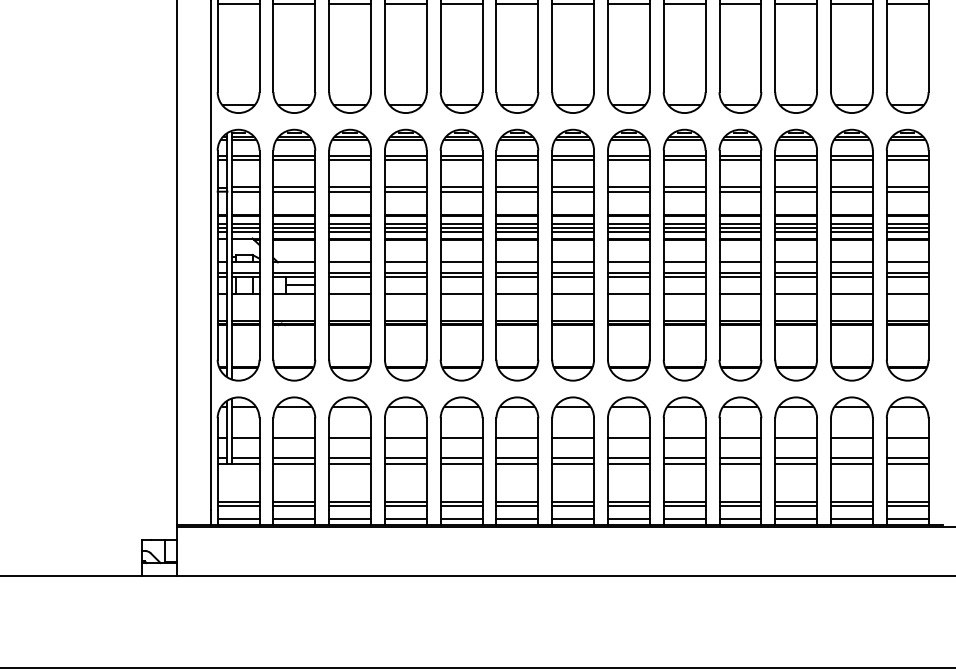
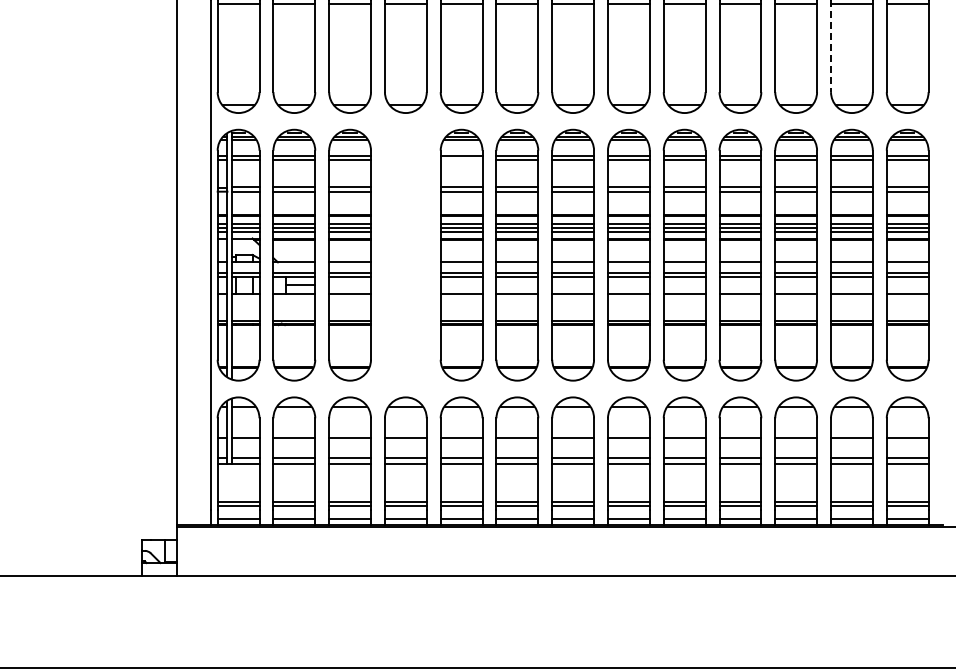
line at (831, 46): solid -> dashed
line at (461, 160): present -> none
part at (405, 254): present -> none
